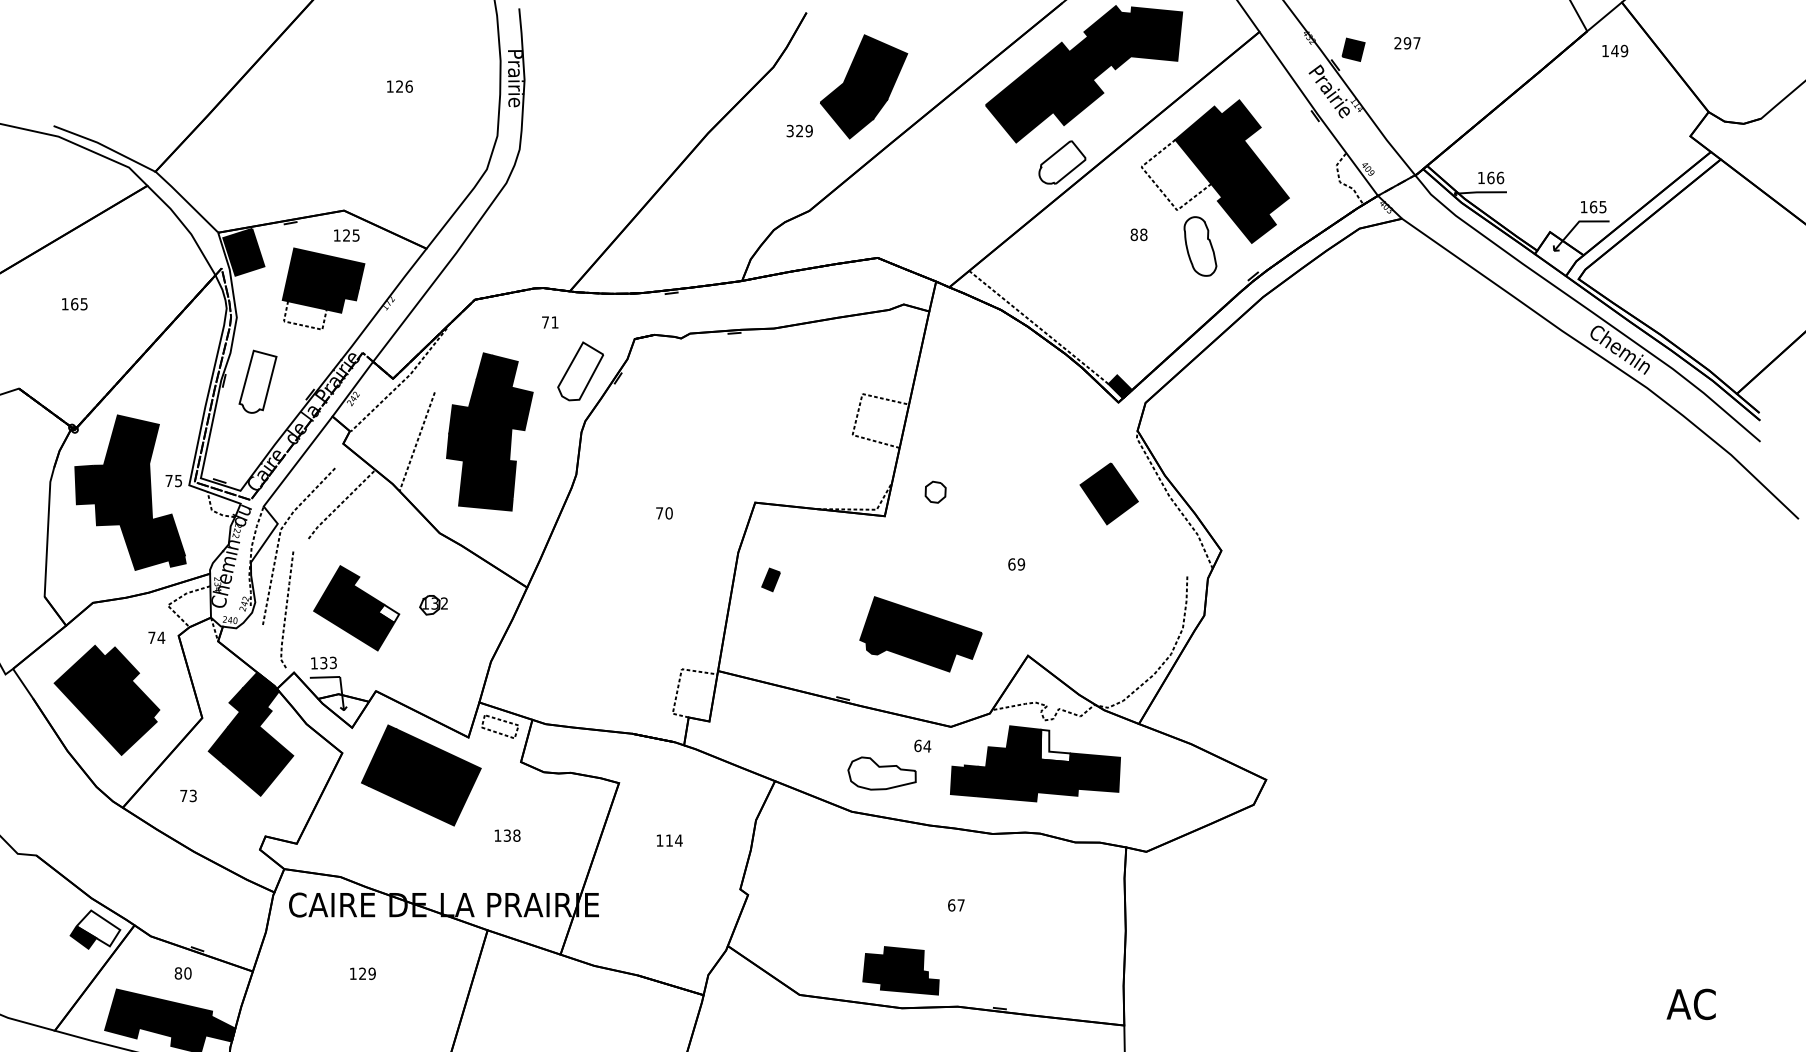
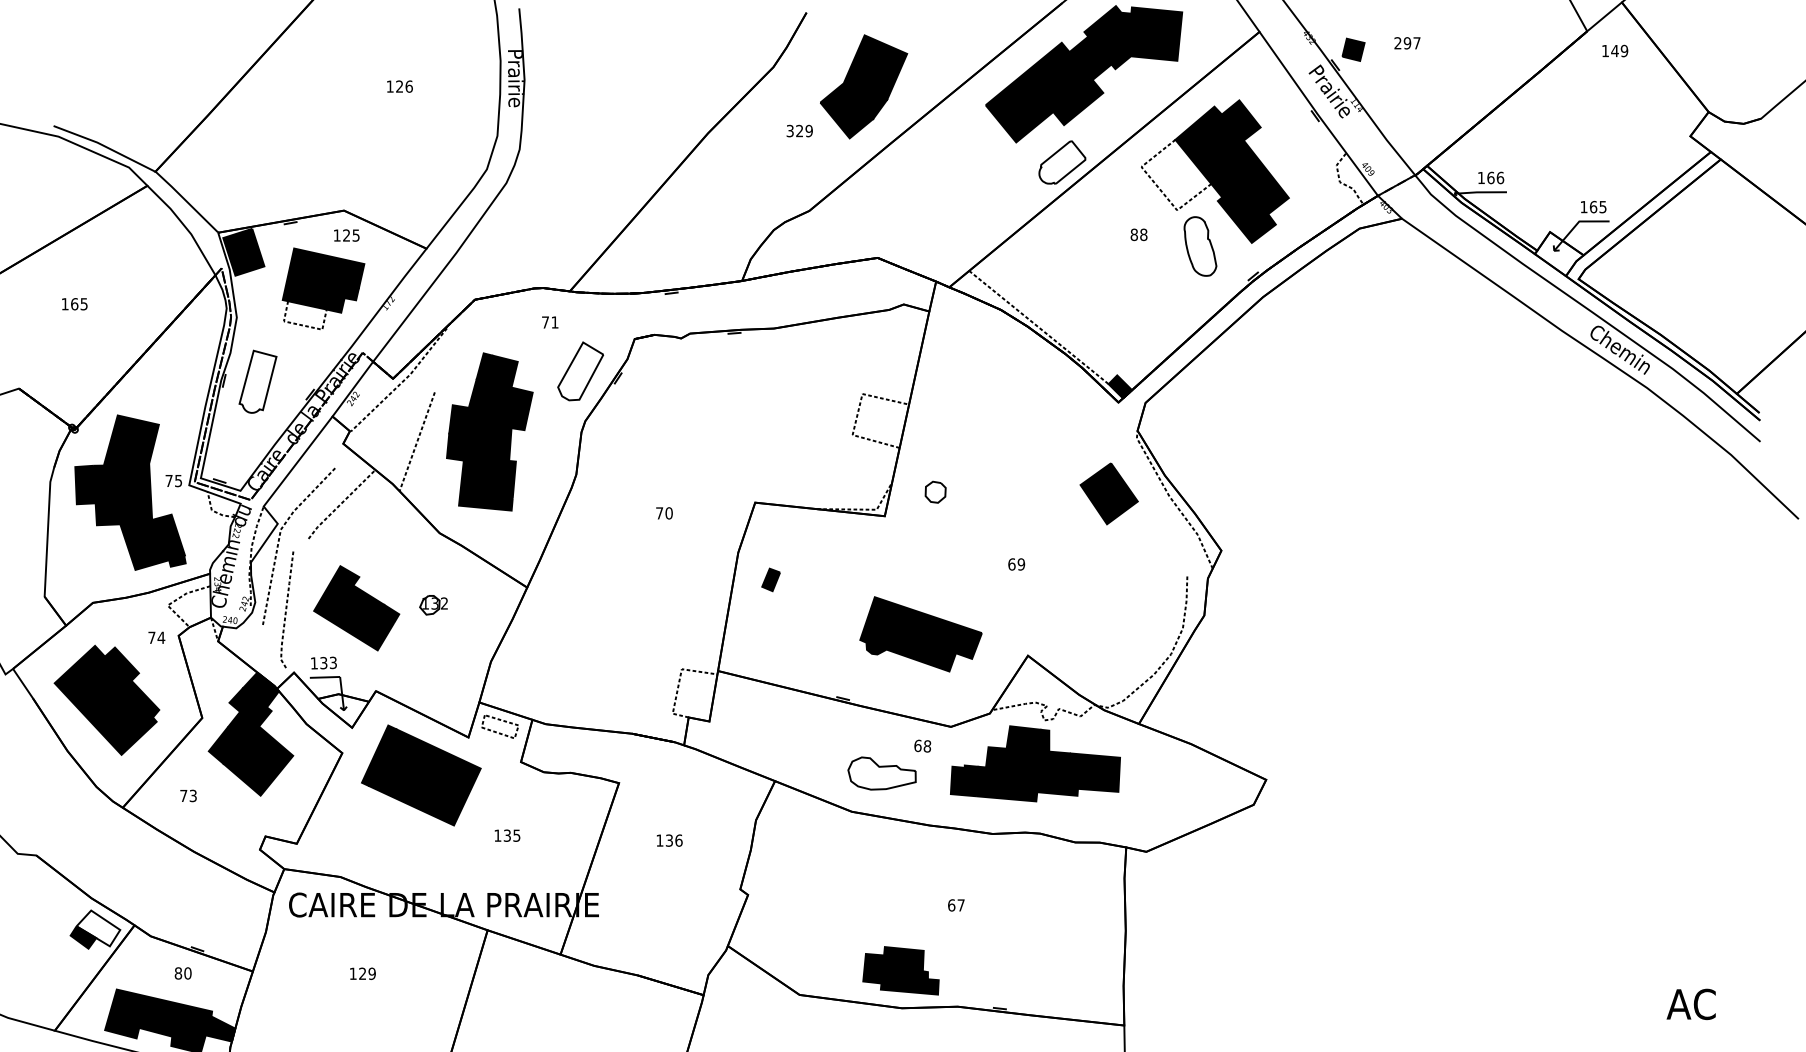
fill at (388, 613): none -> present
fill at (1055, 745): none -> present
text at (927, 746): 64 -> 68
text at (516, 835): 138 -> 135
text at (673, 840): 114 -> 136
